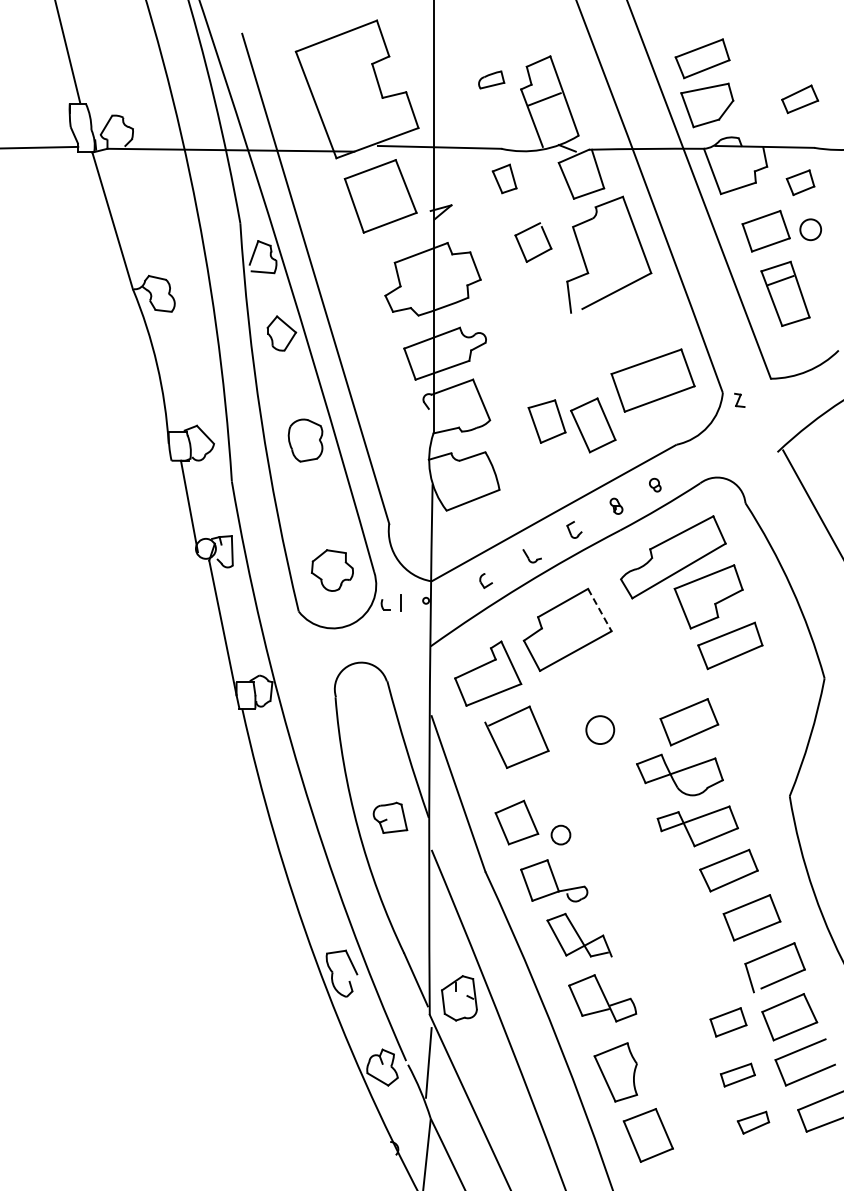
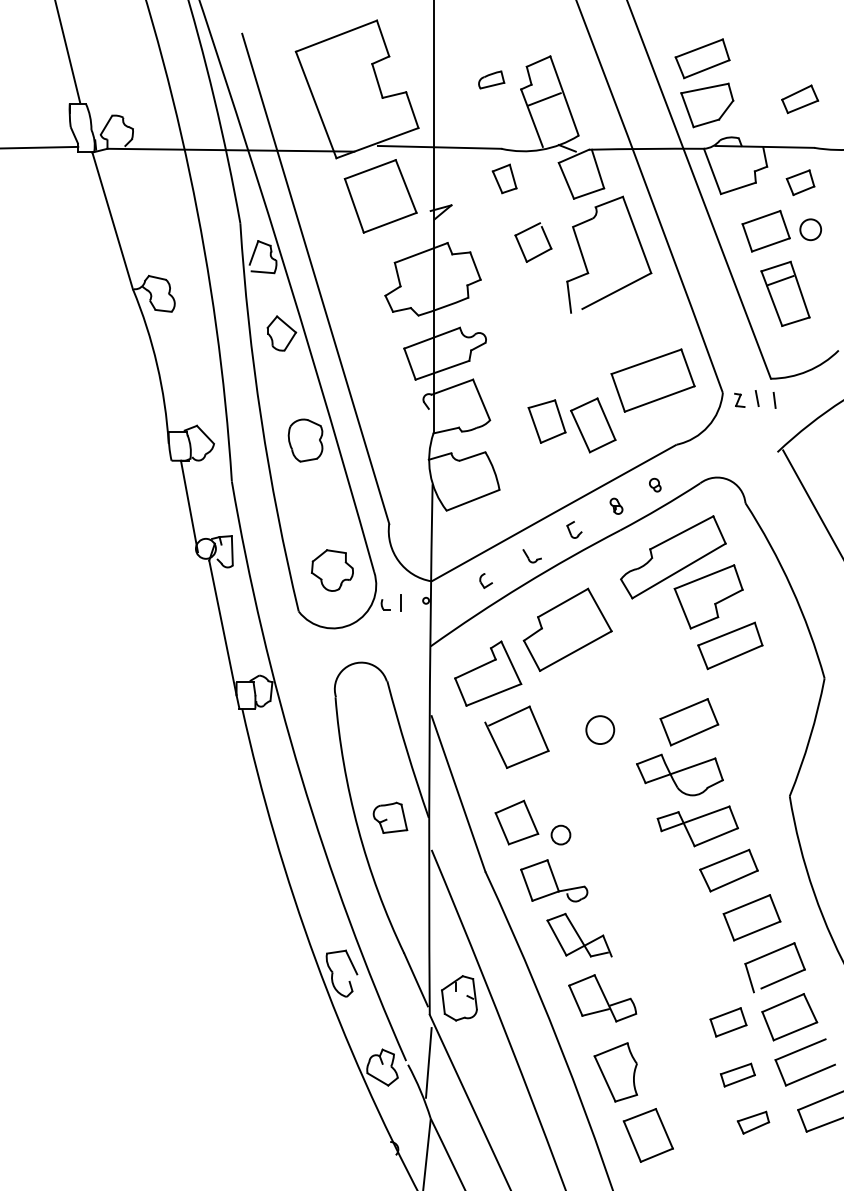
line at (756, 398): none -> present
line at (774, 400): none -> present
line at (600, 610): dashed -> solid
